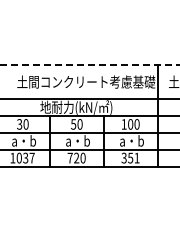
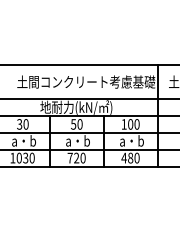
line at (90, 65): dashed -> solid
text at (31, 157): 1037 -> 1030
text at (130, 157): 351 -> 480
